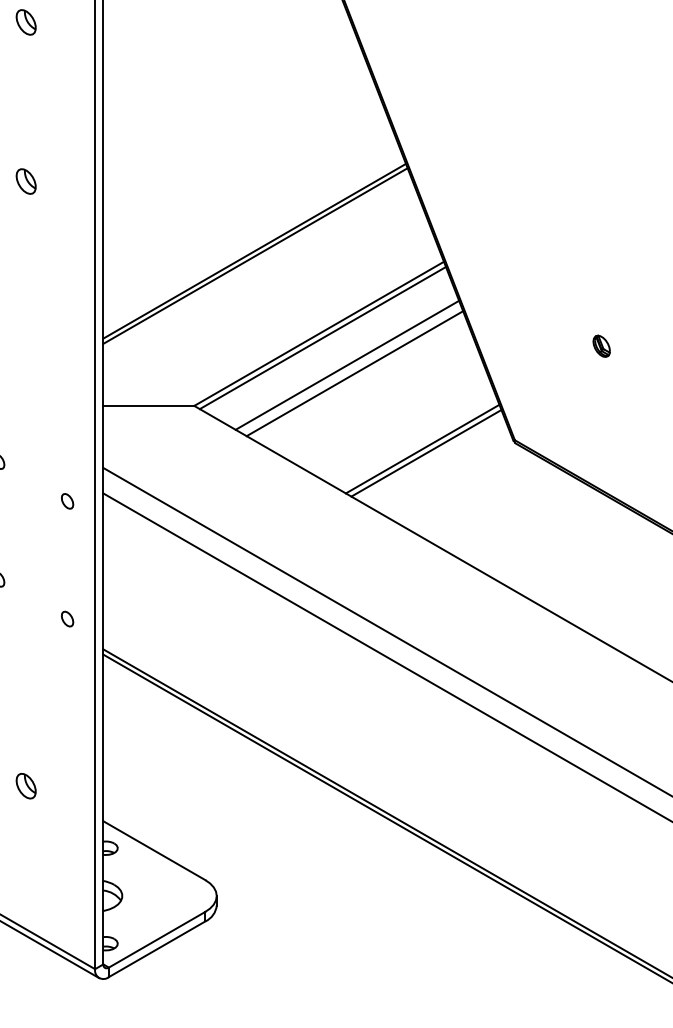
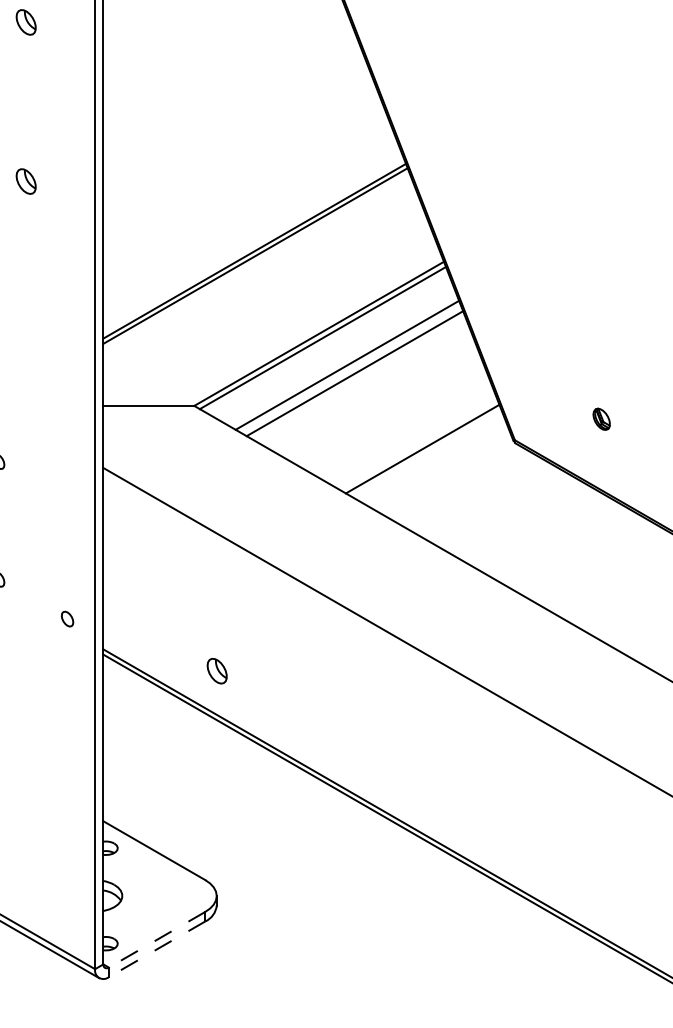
part at (601, 345) position: (601, 345) -> (601, 418)
line at (426, 453): present -> none
part at (67, 501): present -> none
line at (386, 656): present -> none
part at (25, 786) position: (25, 786) -> (216, 671)
line at (157, 939): solid -> dashed
line at (157, 949): solid -> dashed
